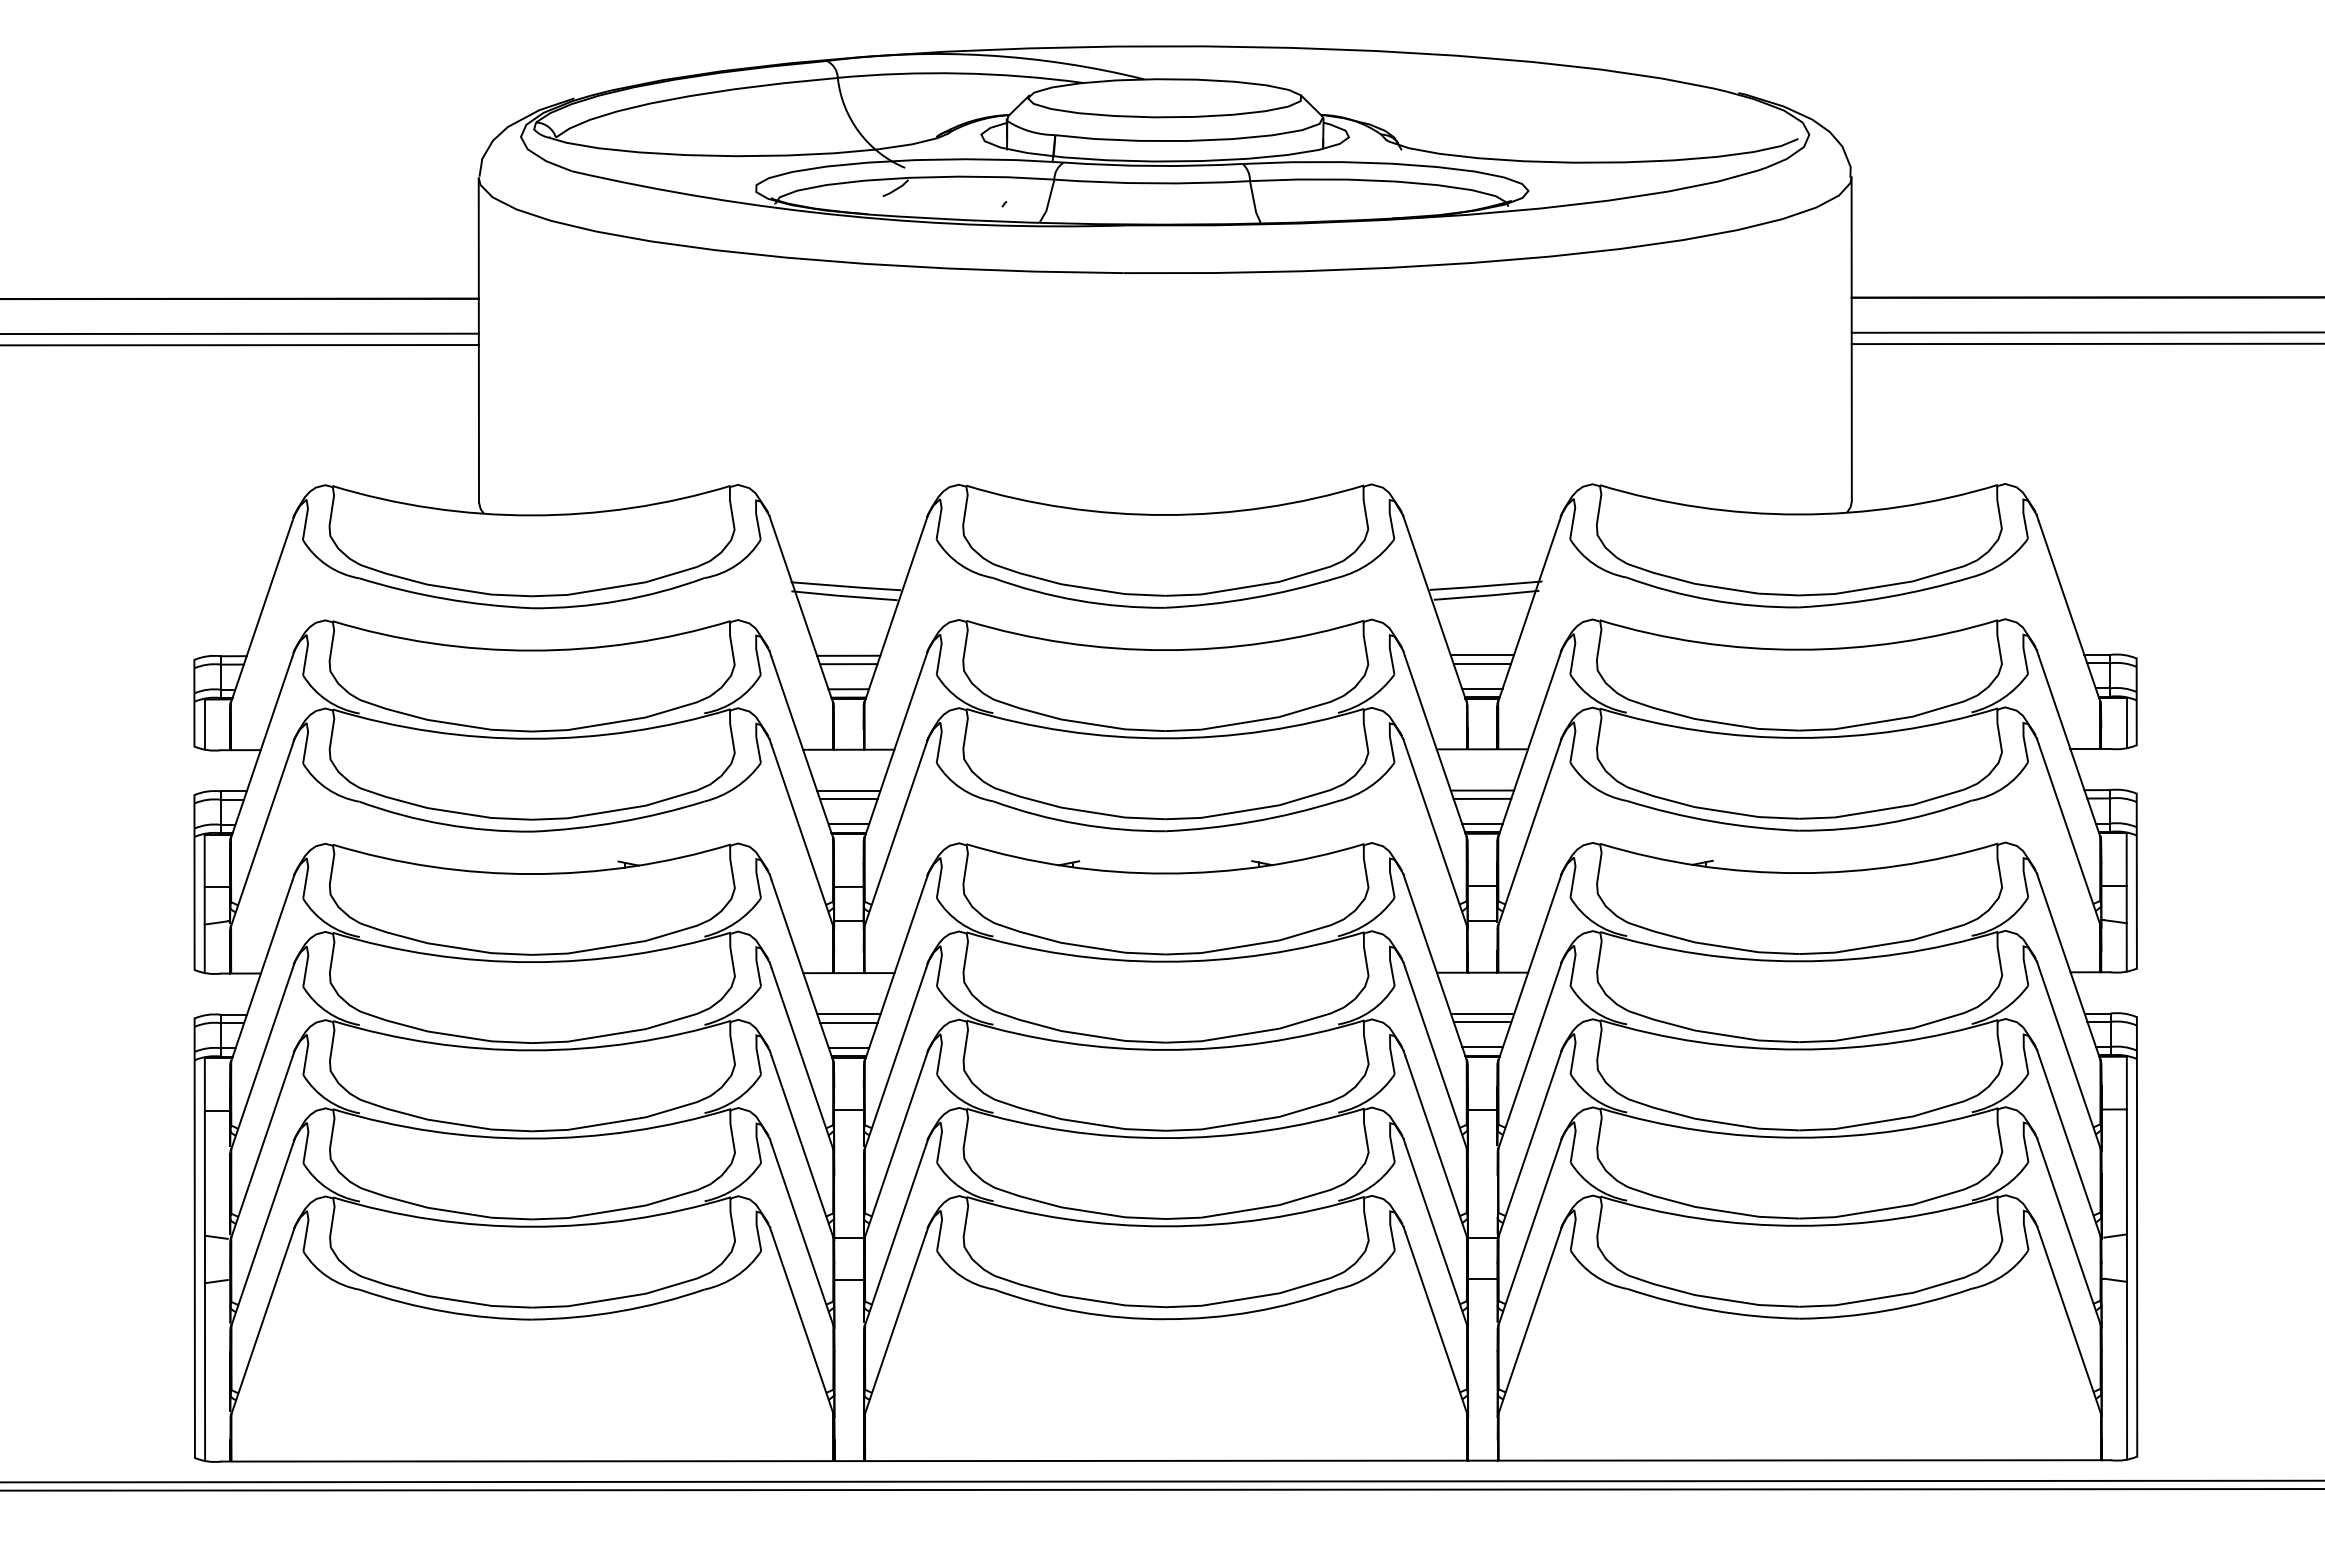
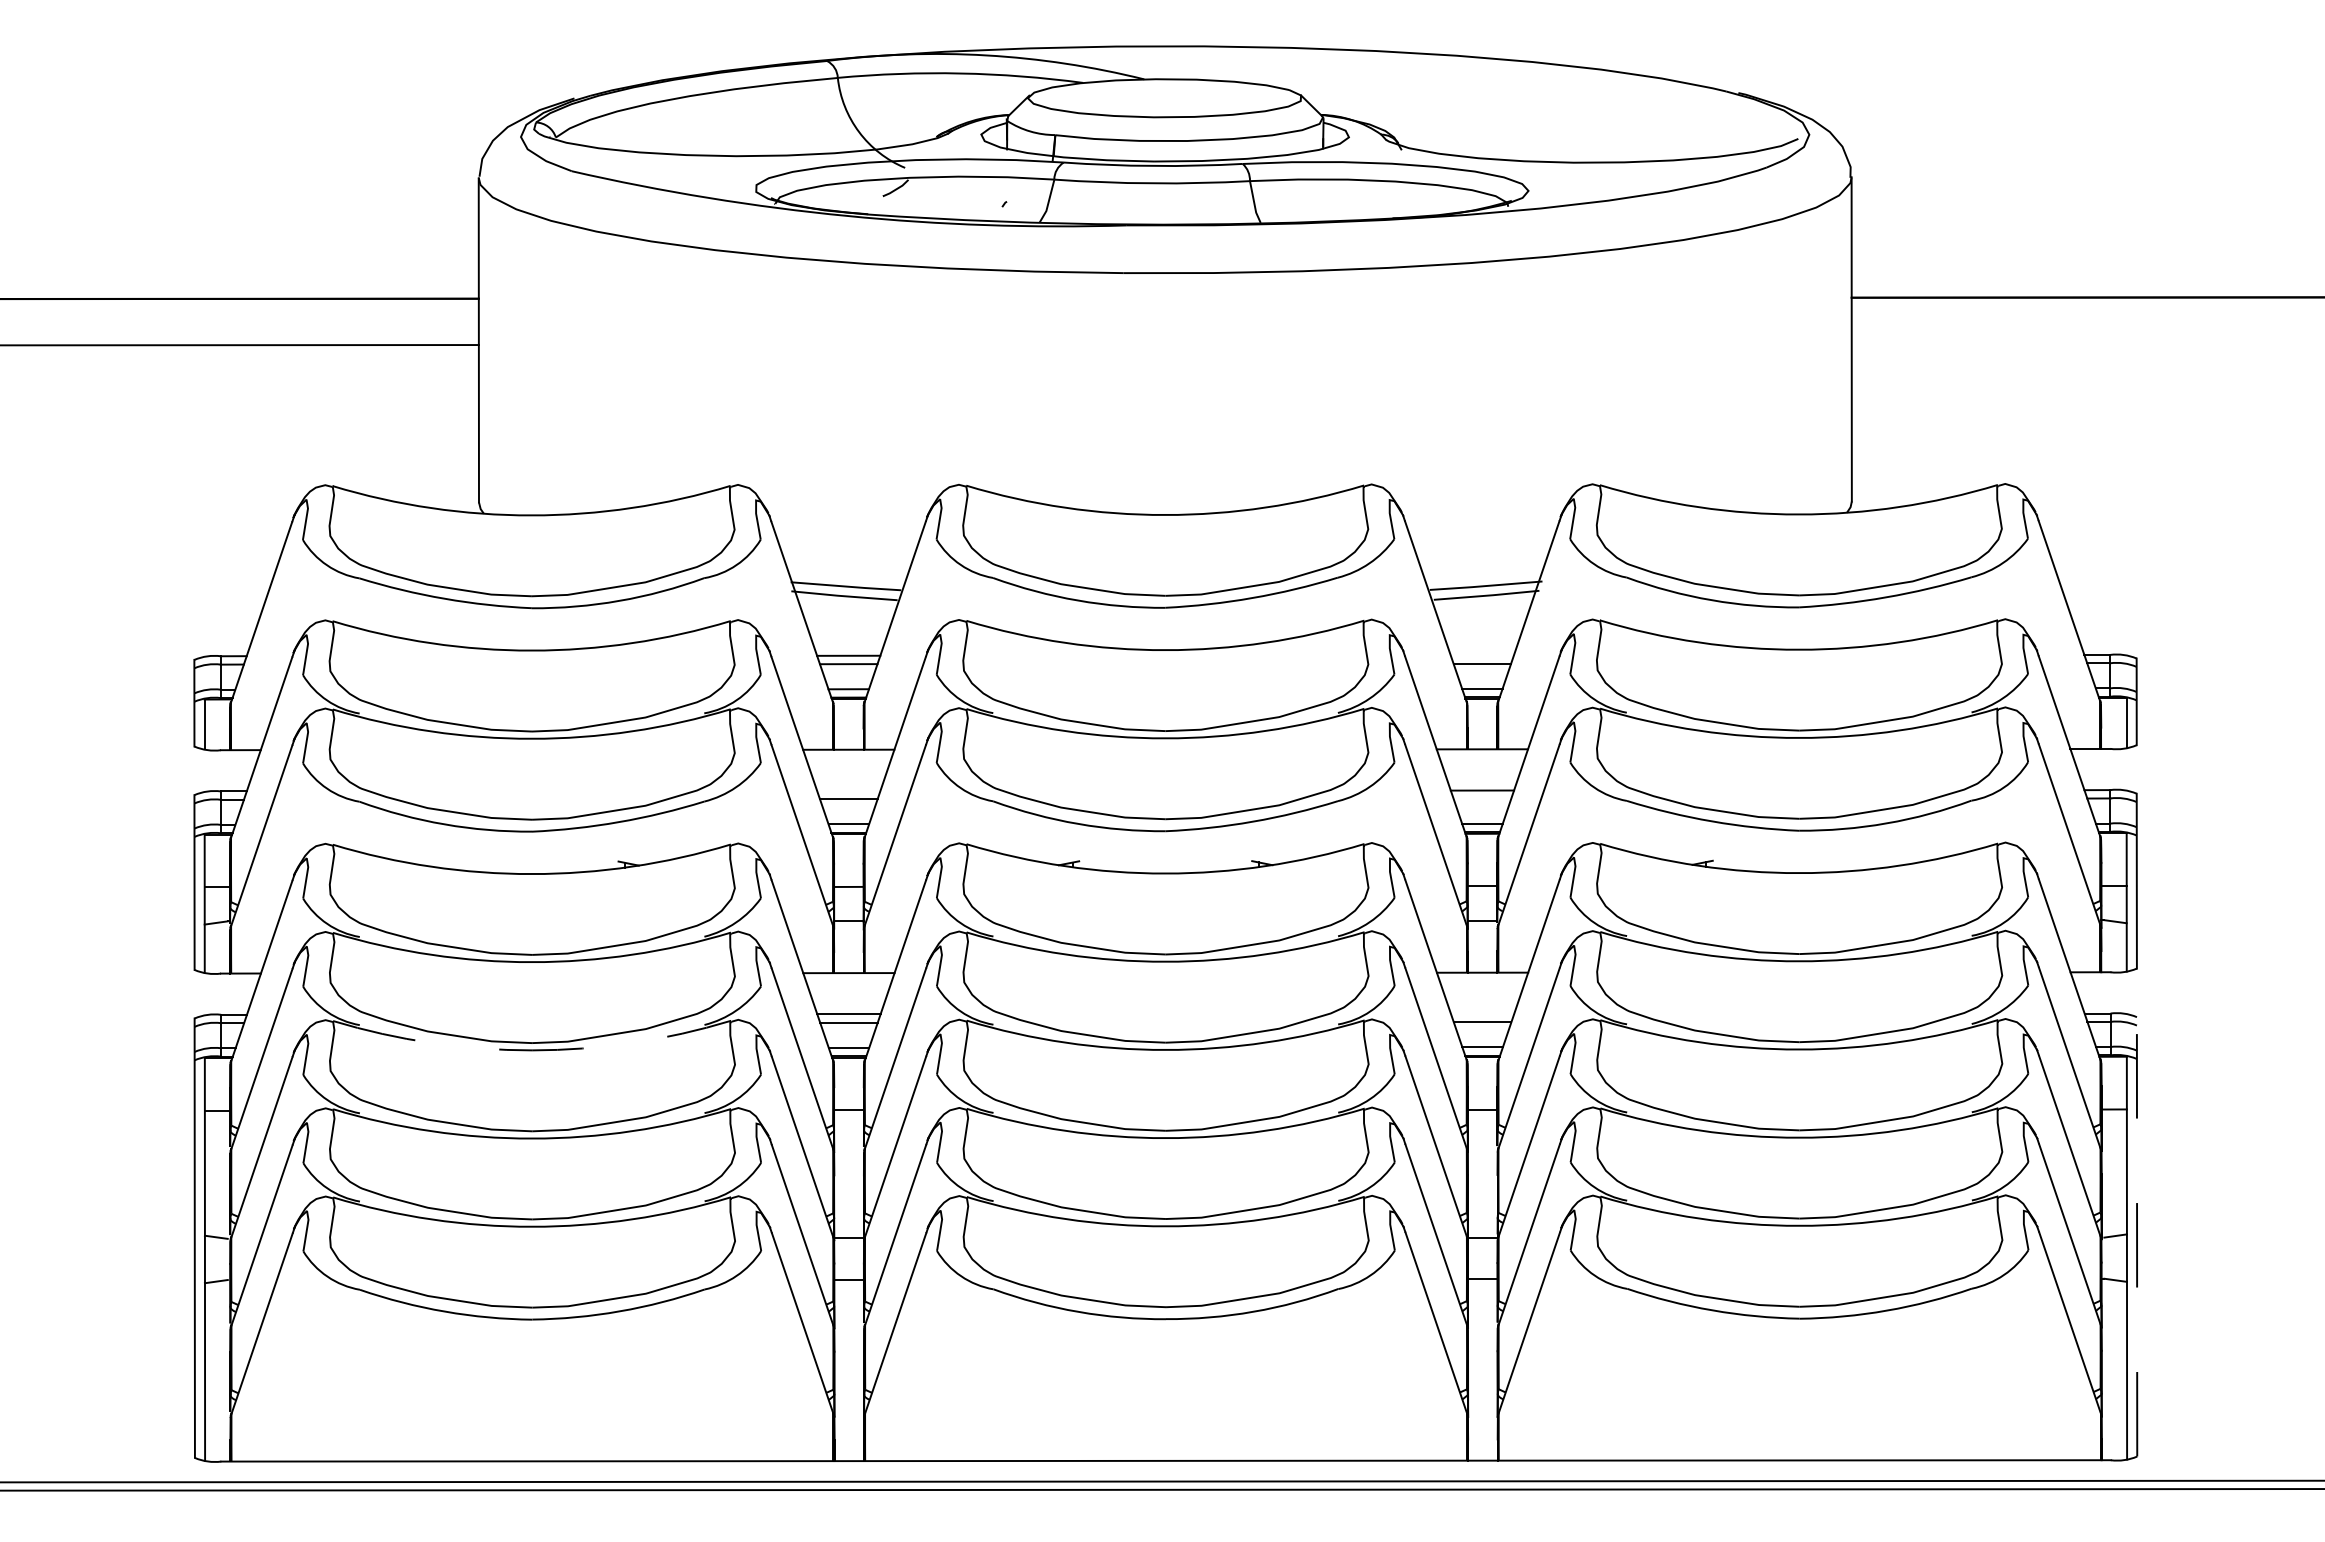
line at (2086, 332): present -> none
line at (240, 333): present -> none
line at (2086, 343): present -> none
line at (1482, 655): present -> none
line at (848, 791): present -> none
line at (1482, 798): present -> none
line at (1482, 1013): present -> none
arc at (532, 1050): solid -> dashed
line at (2137, 1236): solid -> dashed
